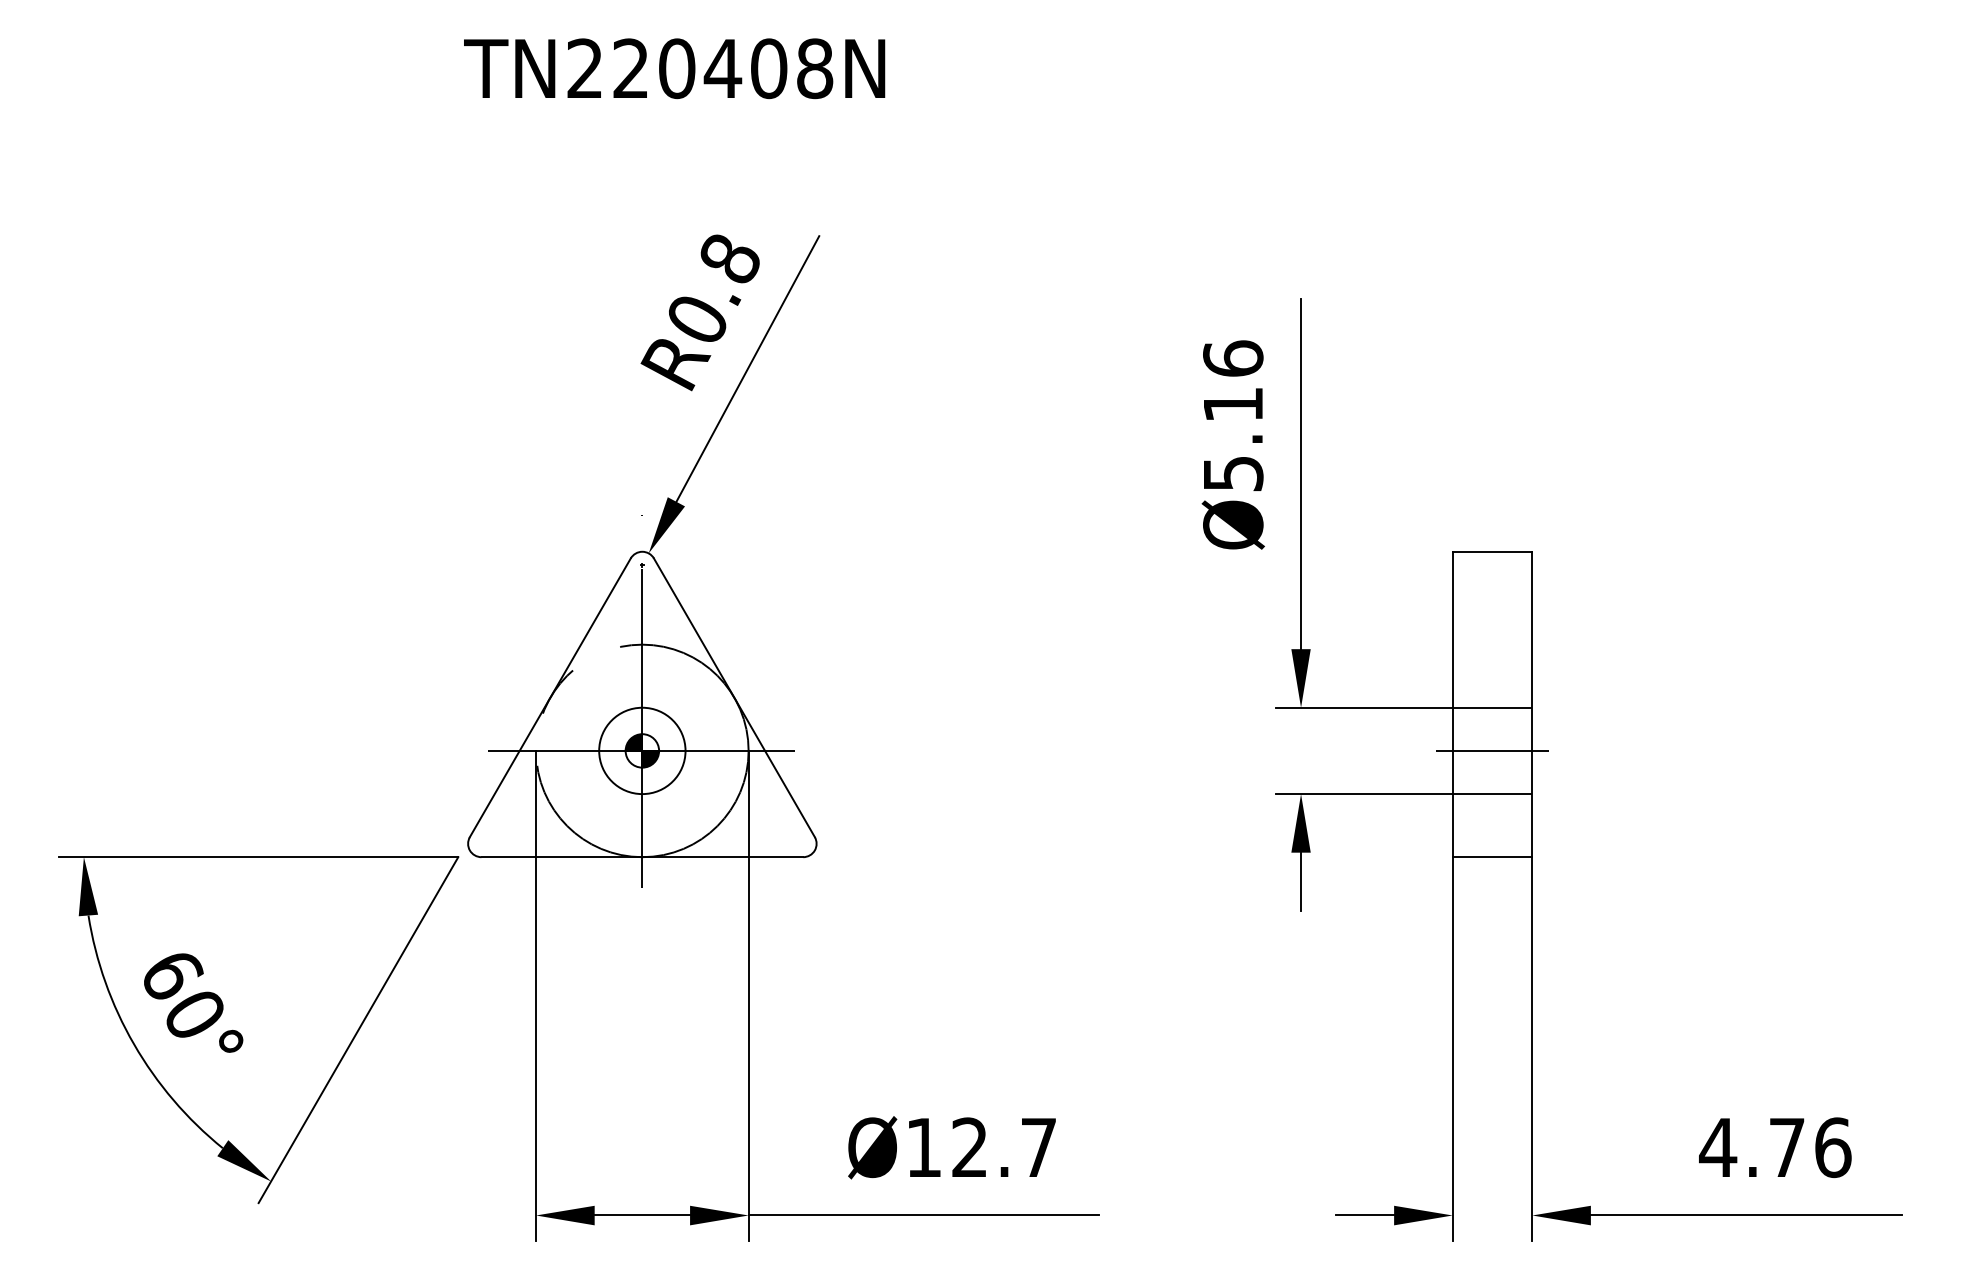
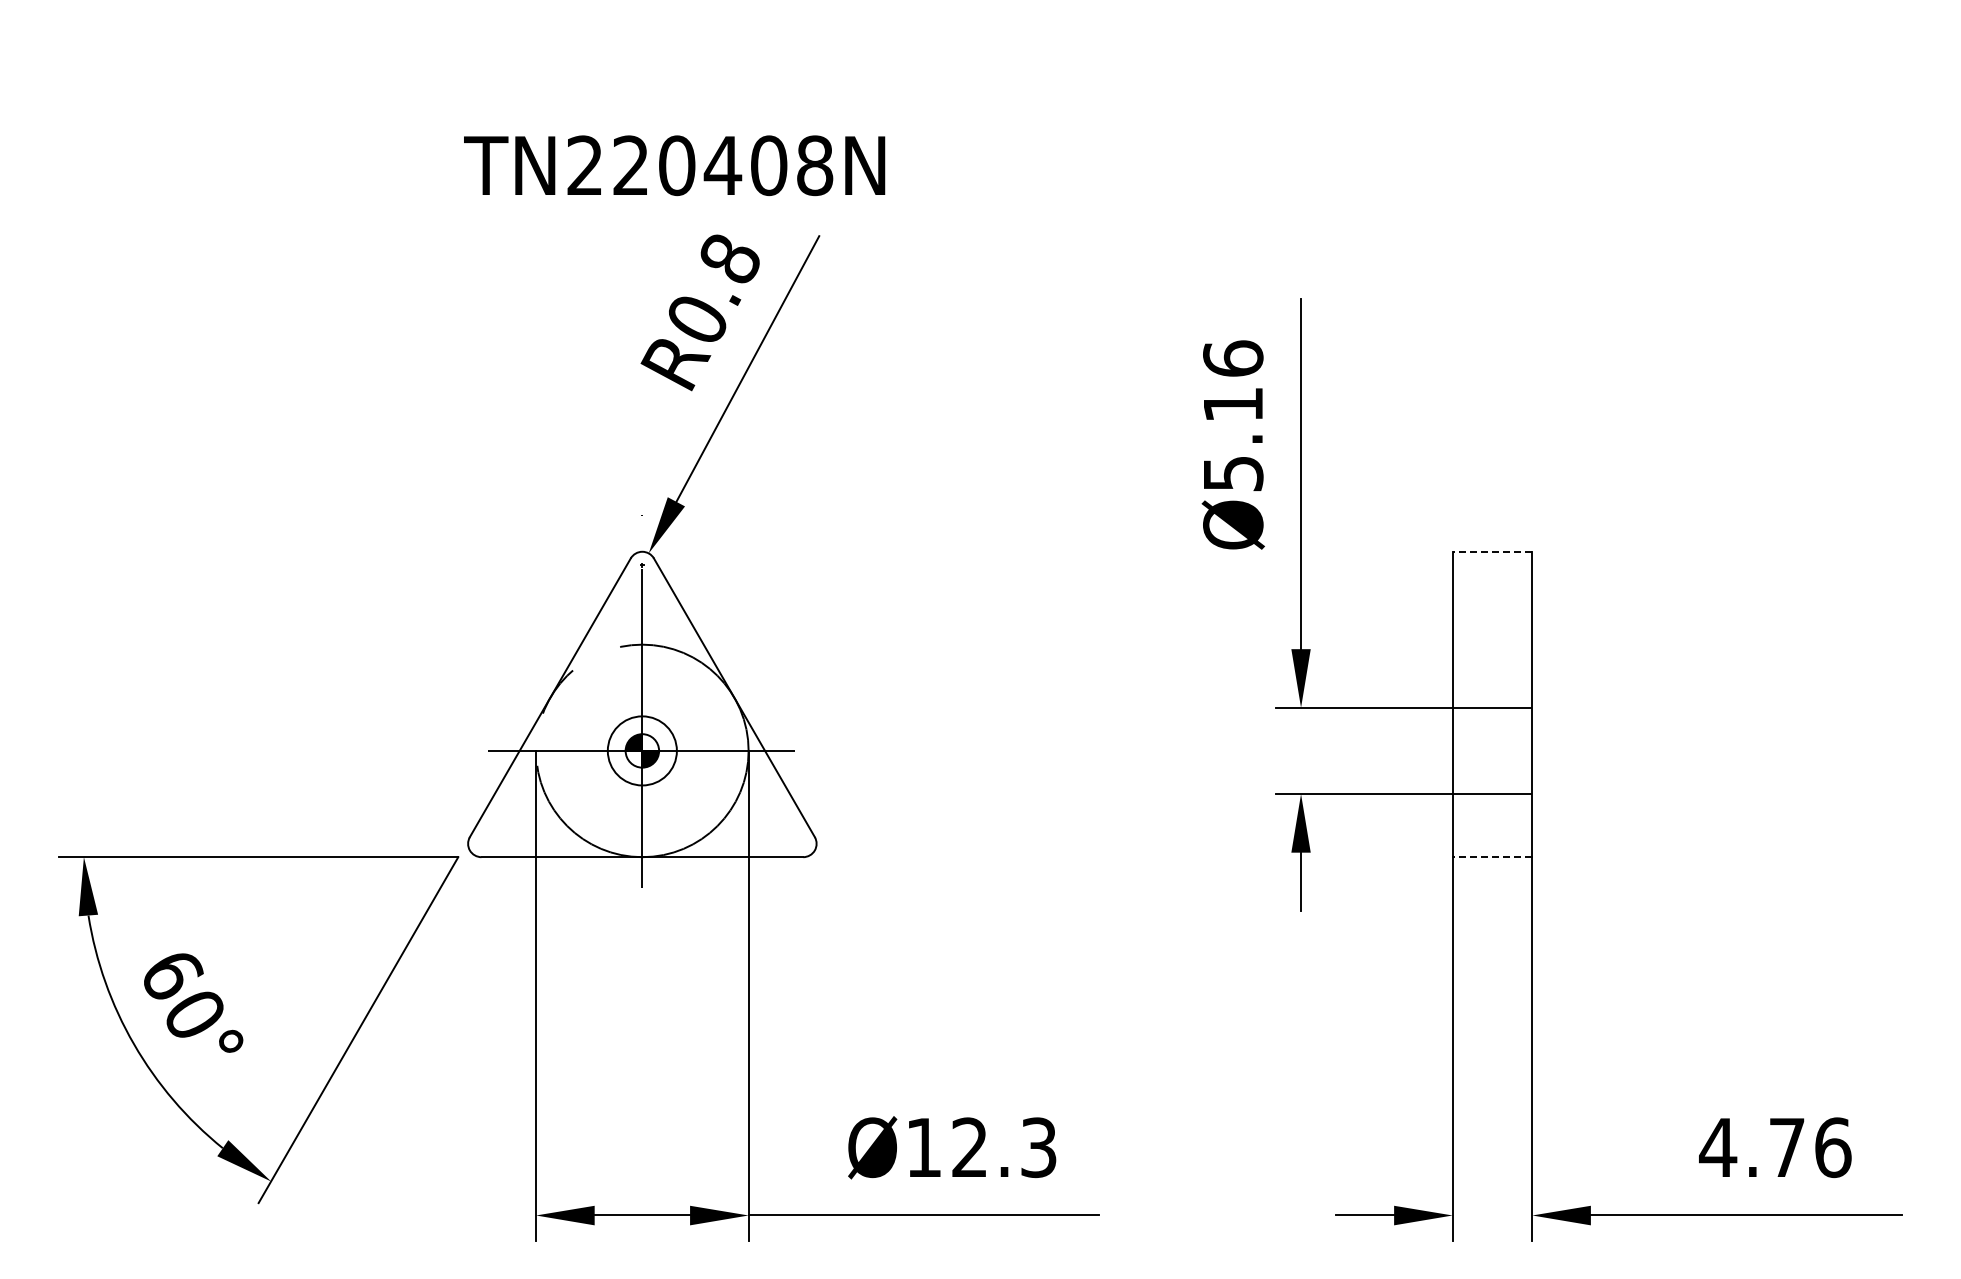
text at (674, 68) position: (674, 68) -> (674, 165)
line at (1492, 551): solid -> dashed
circle at (642, 750) diameter: 86 px -> 69 px
line at (1492, 750): present -> none
line at (1492, 857): solid -> dashed
text at (1038, 1147): Ø12.7 -> Ø12.3
